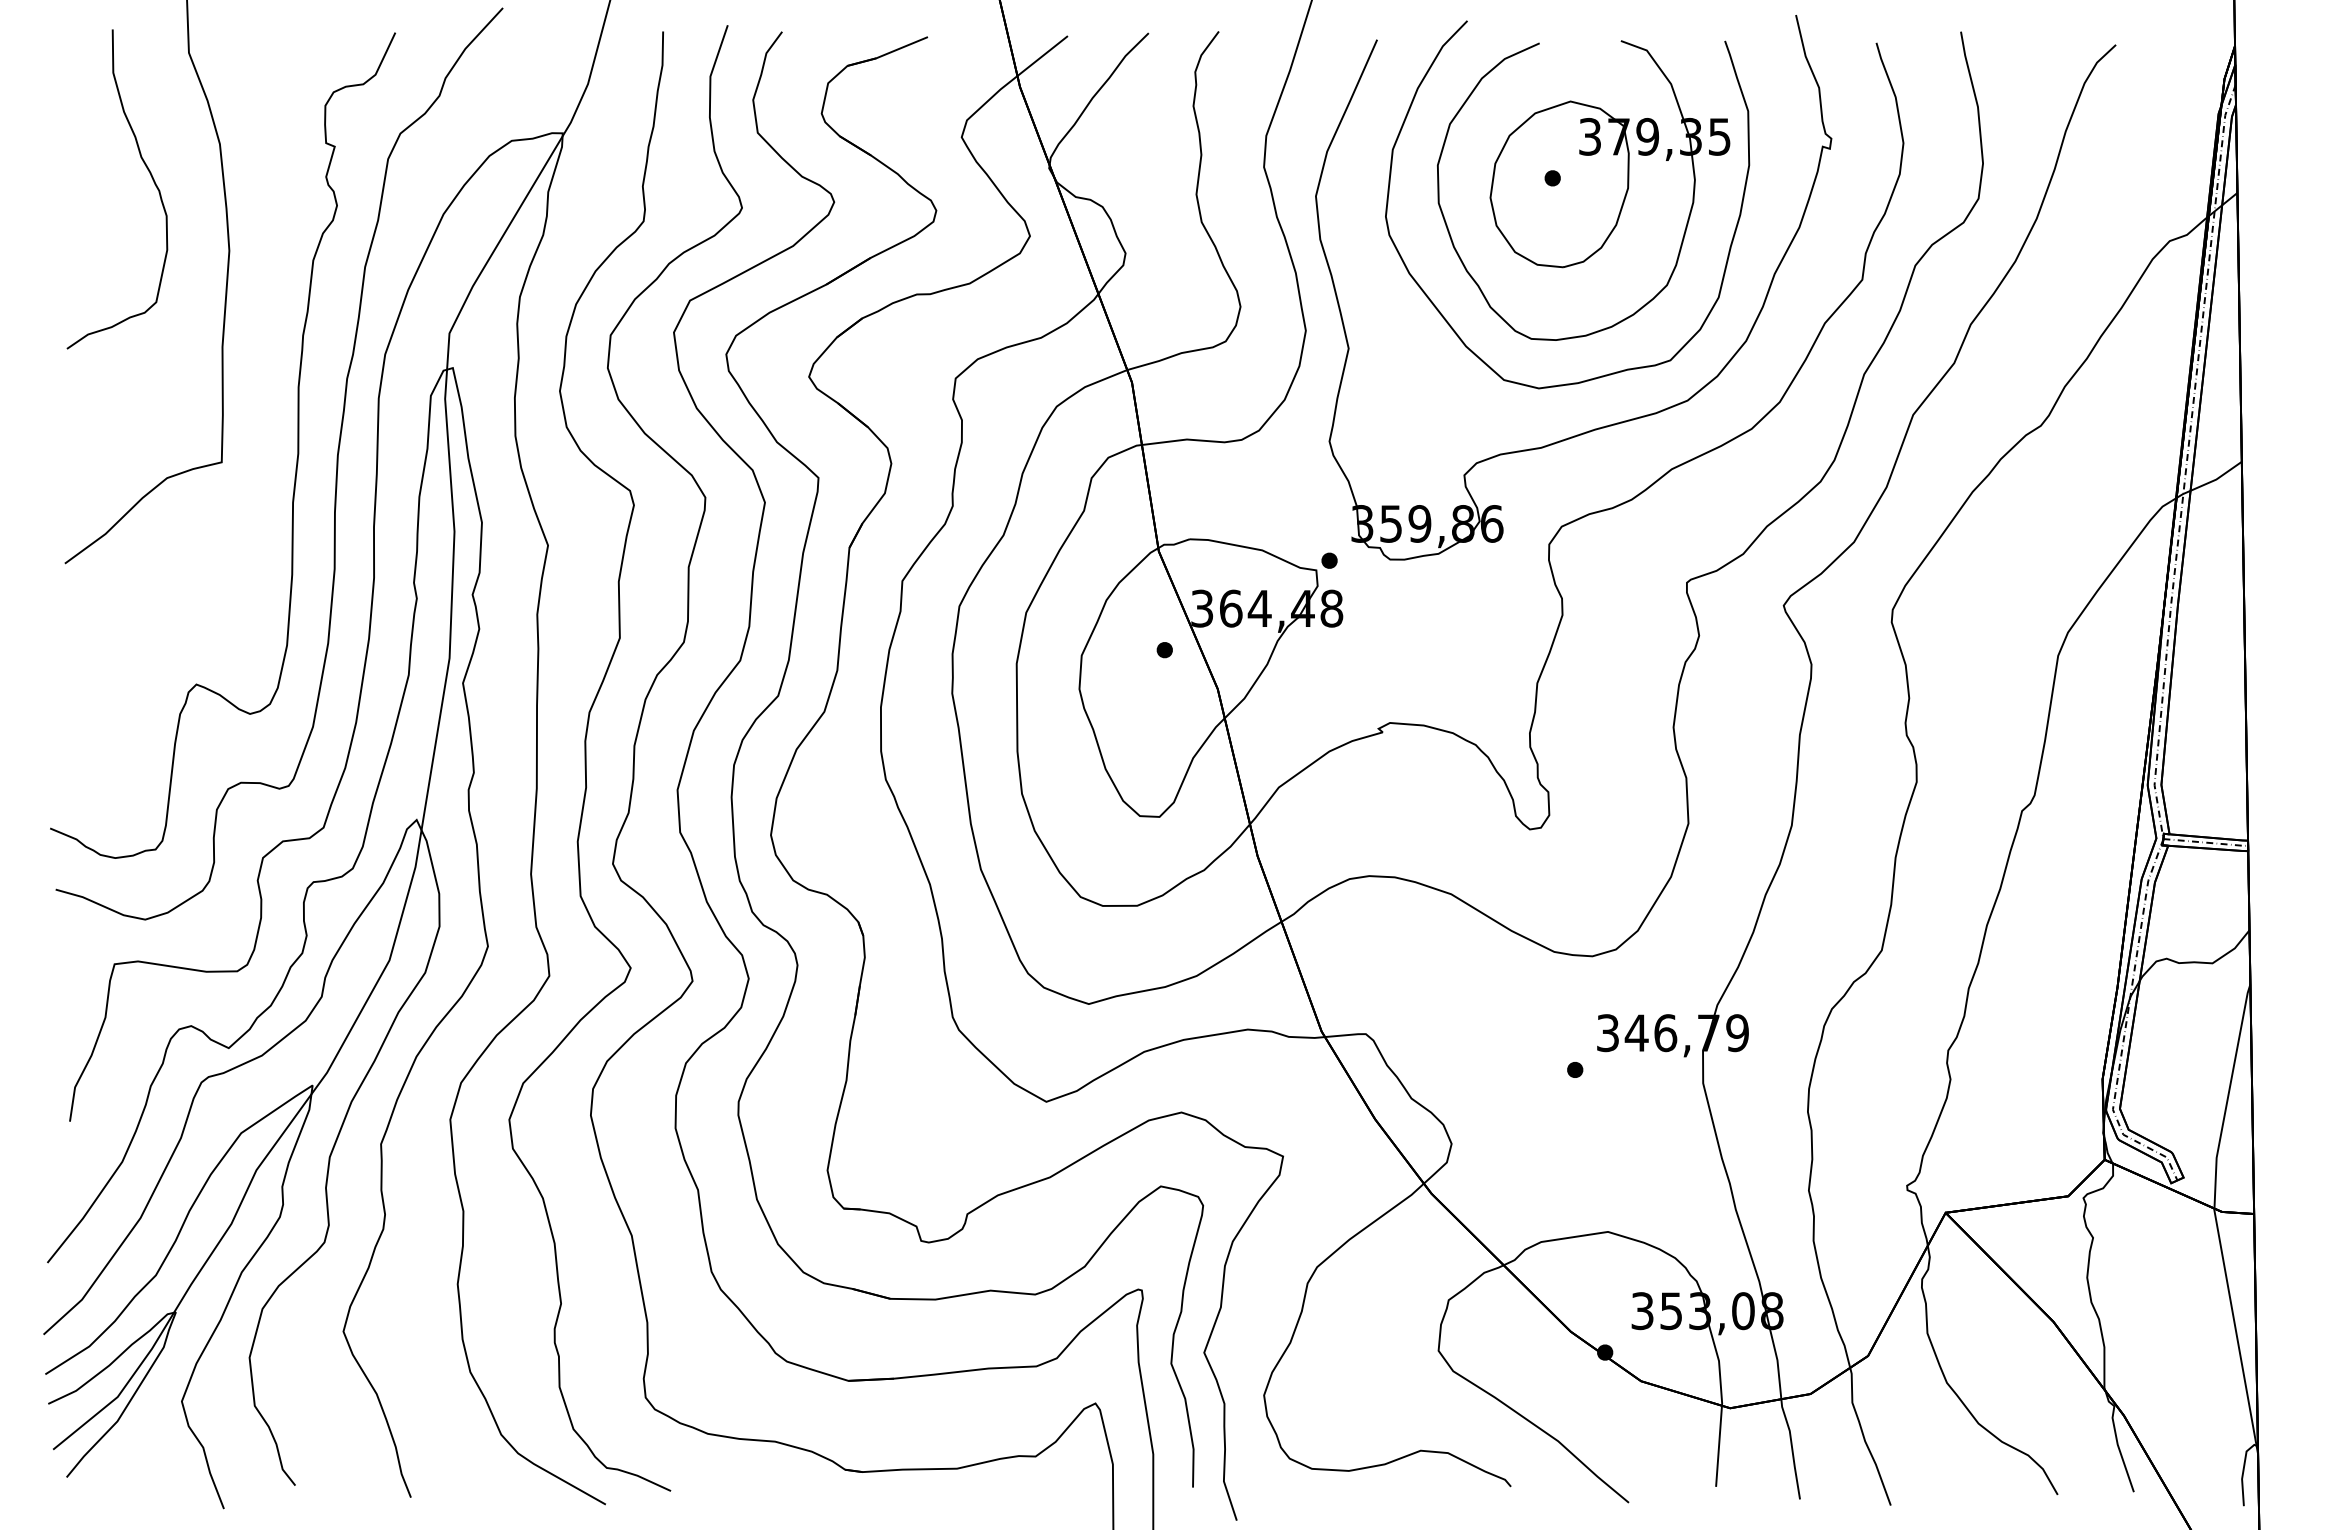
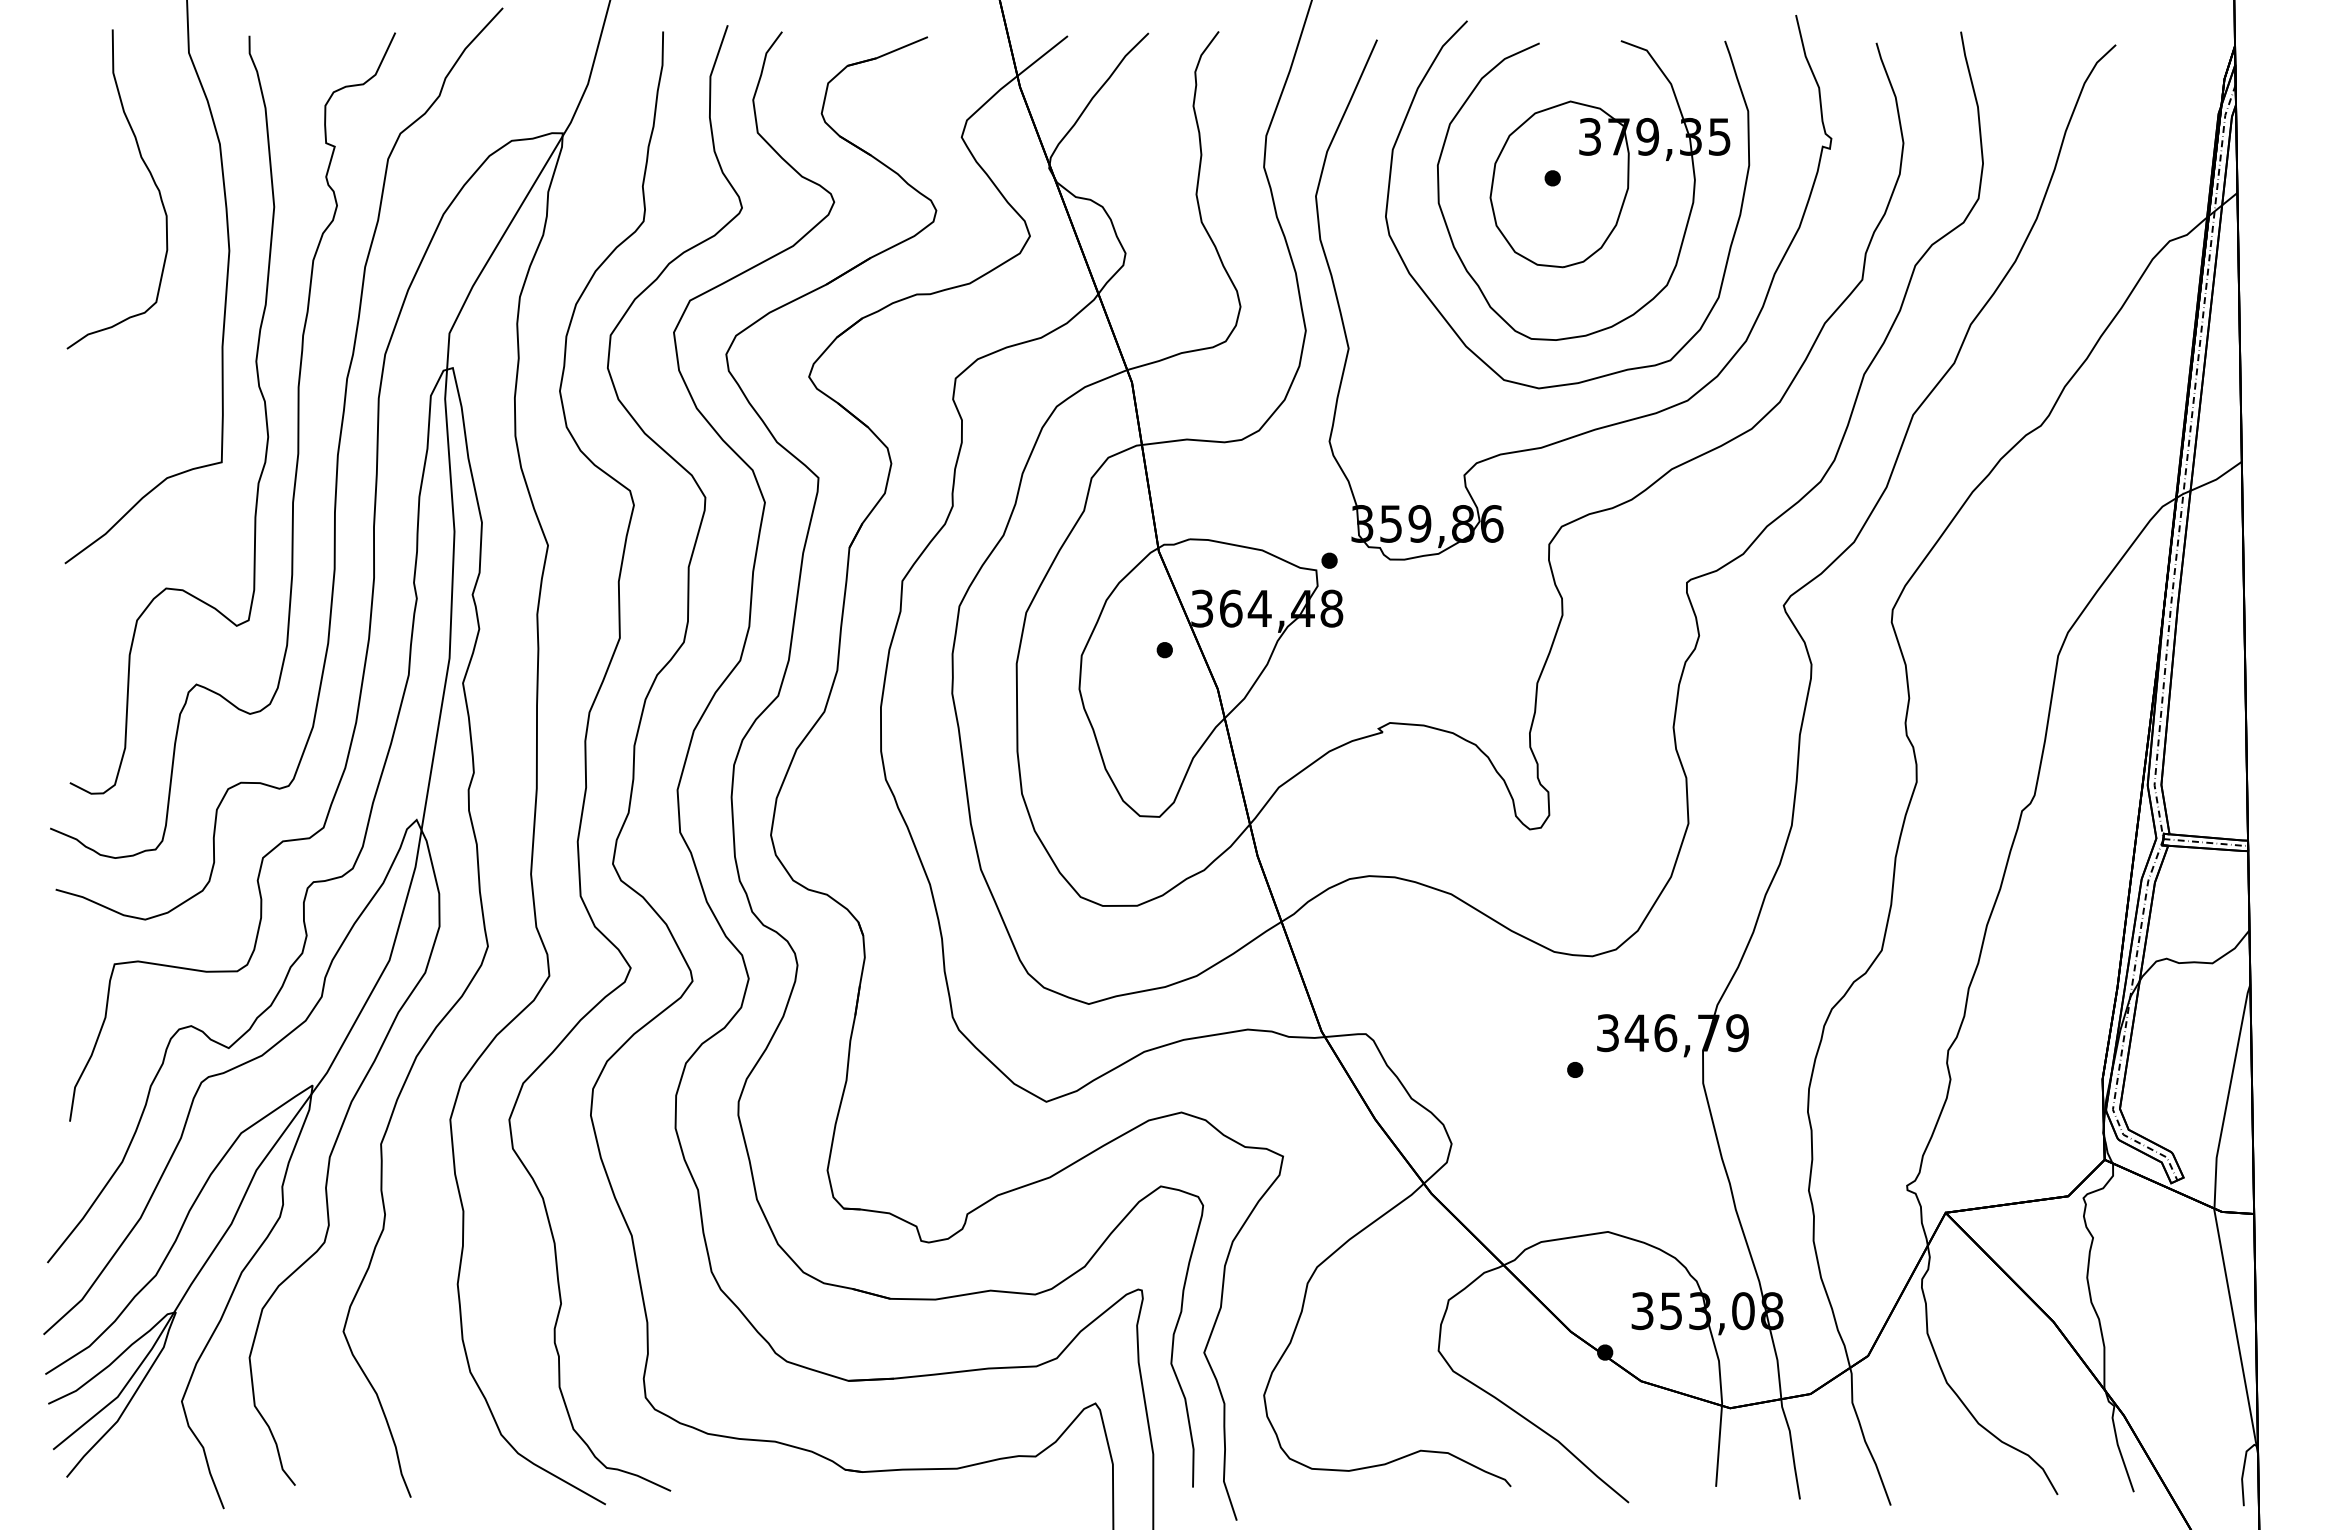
curve at (258, 387): none -> present
